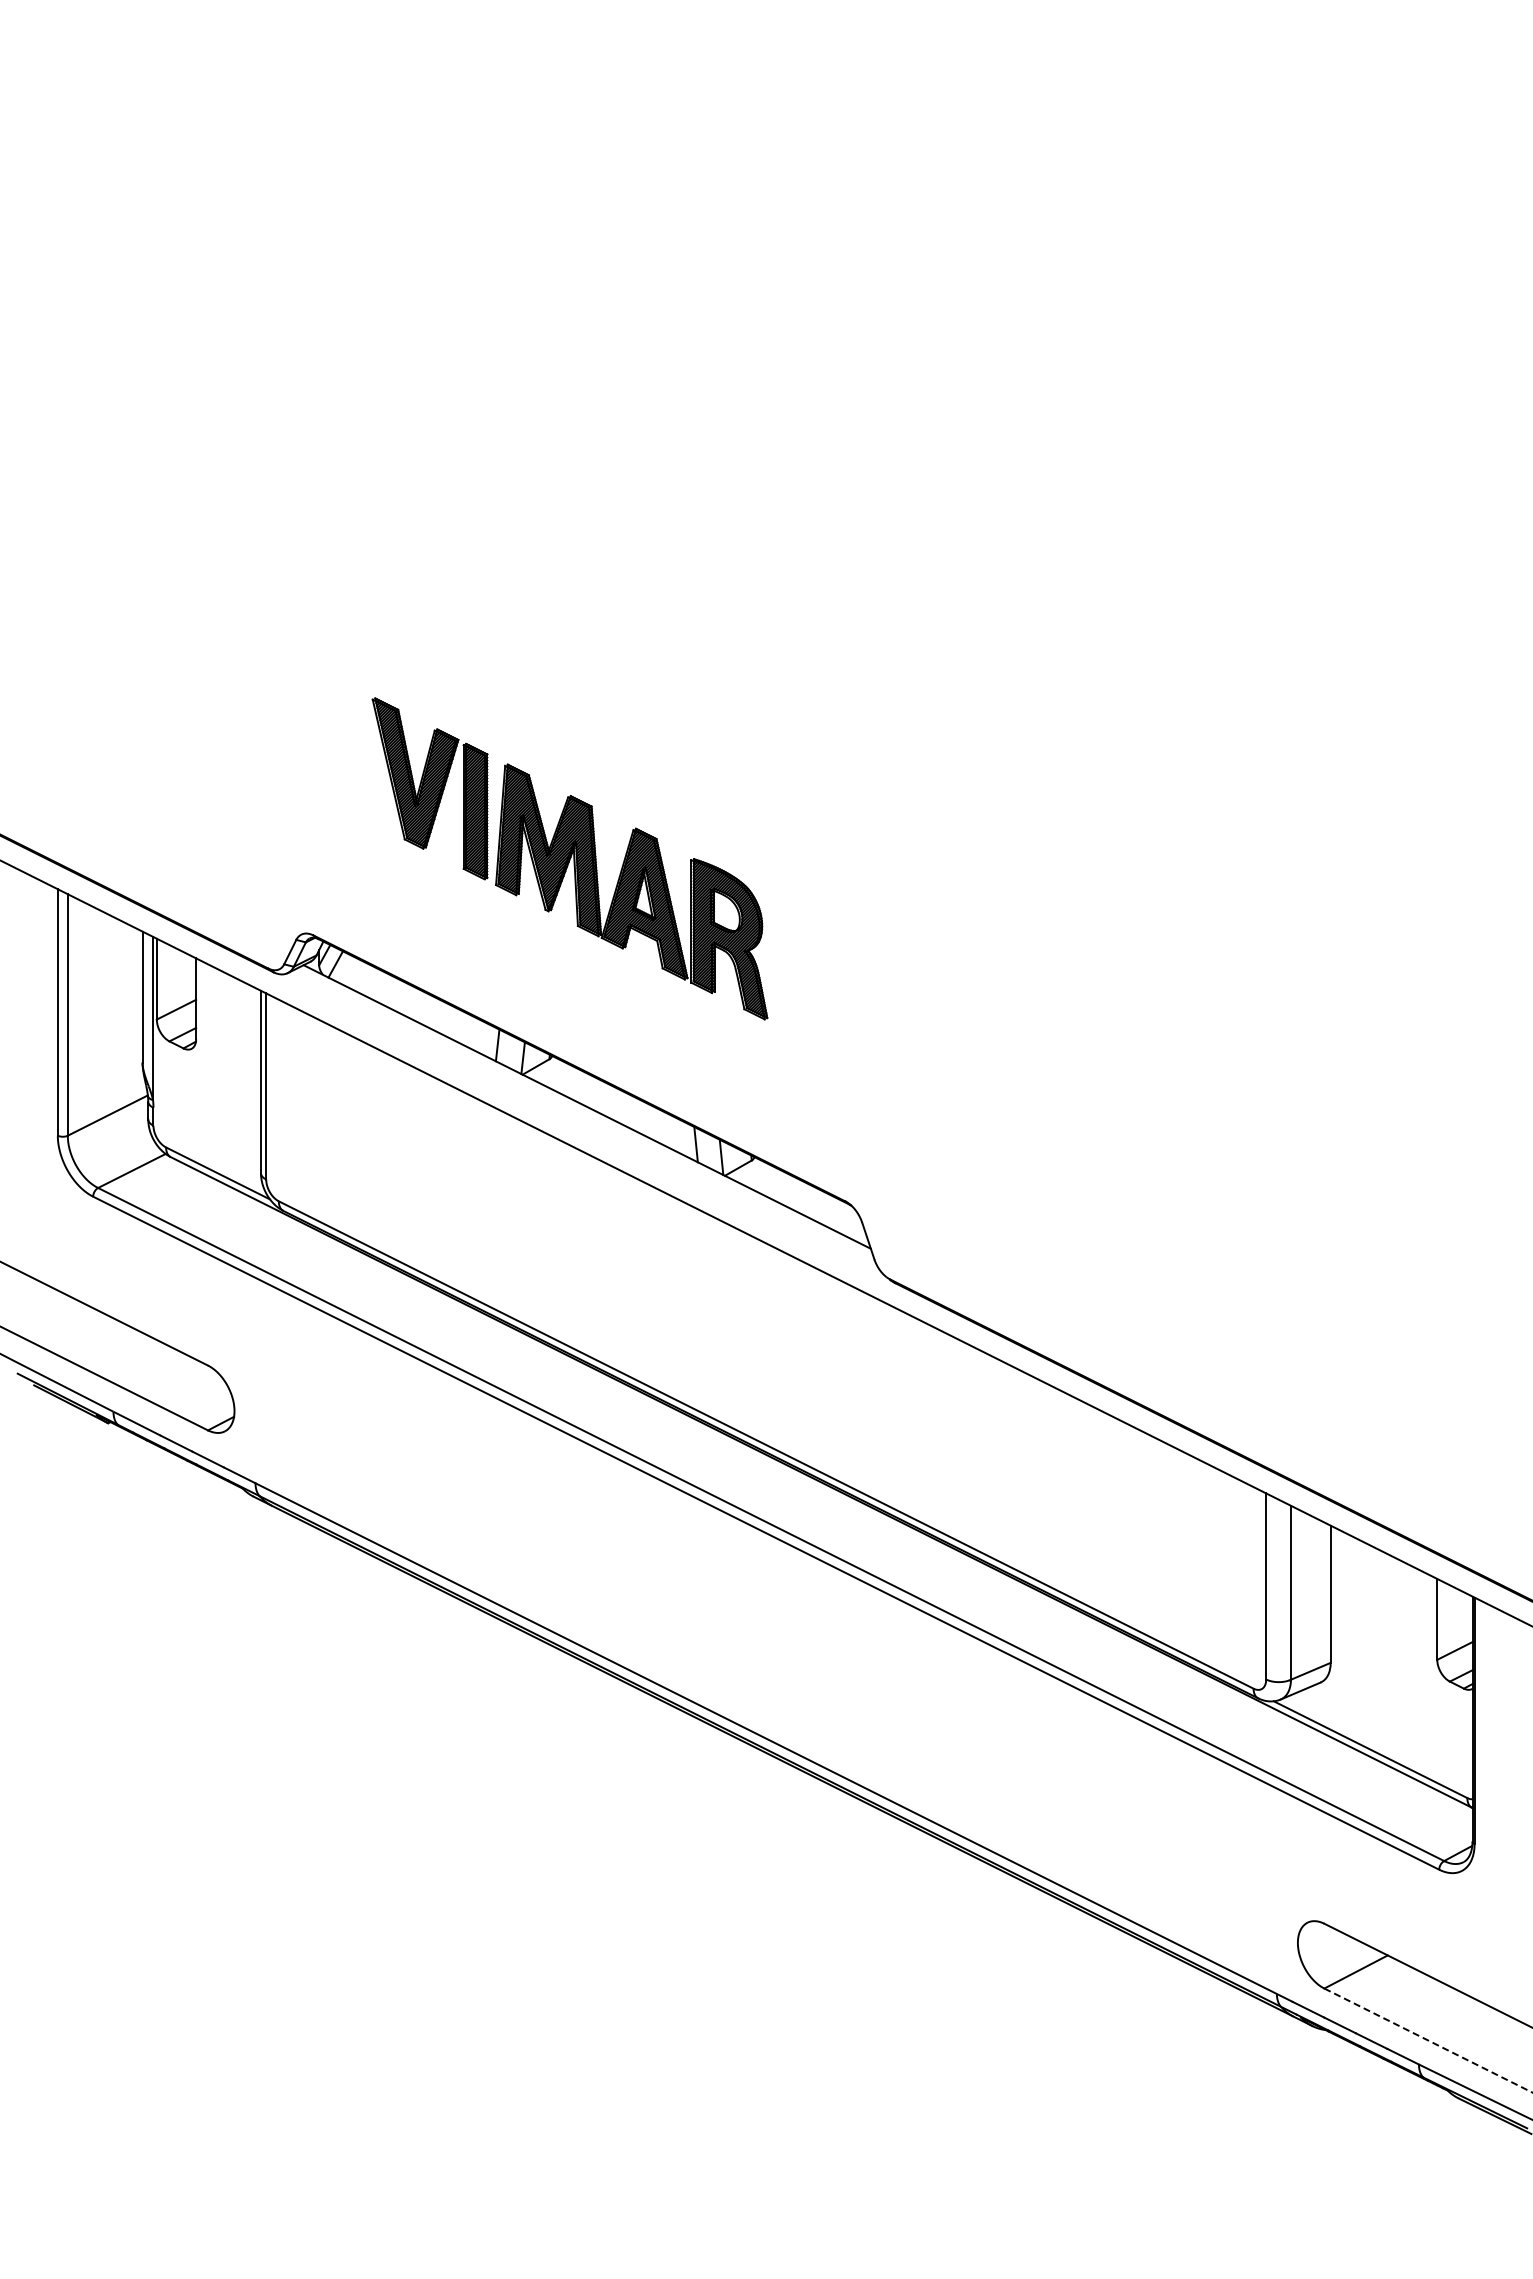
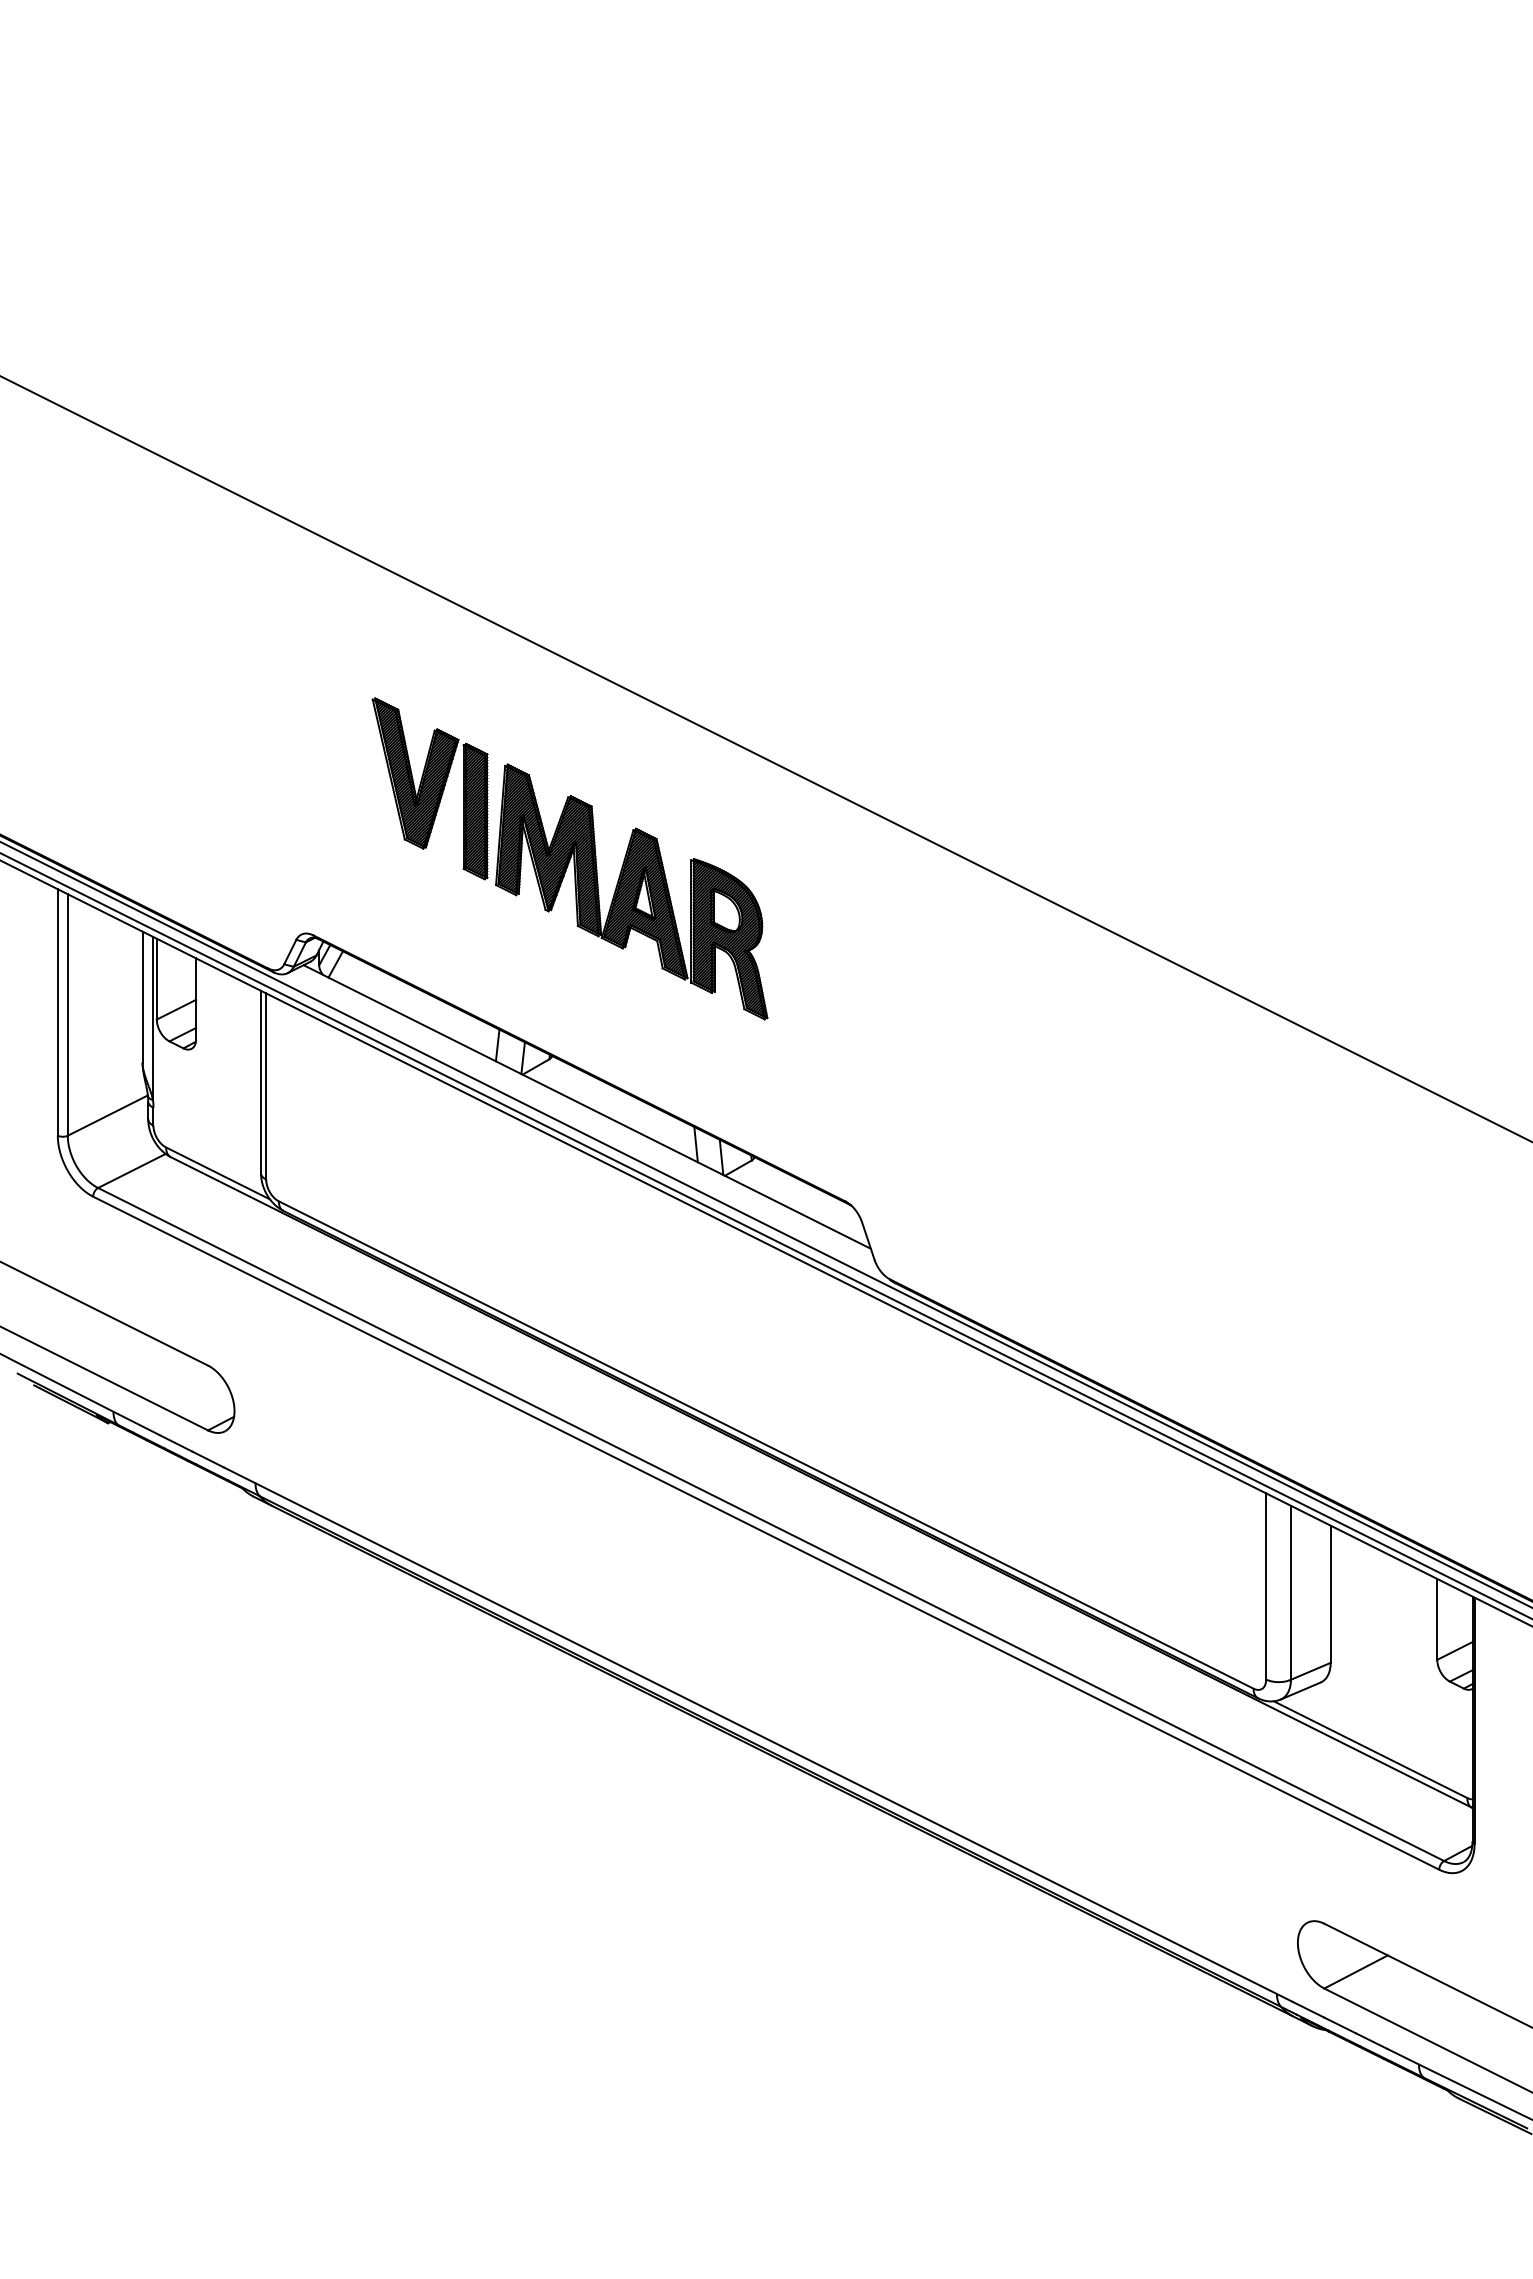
line at (765, 758): none -> present
line at (765, 1224): none -> present
line at (765, 1235): none -> present
line at (1428, 2040): dashed -> solid
